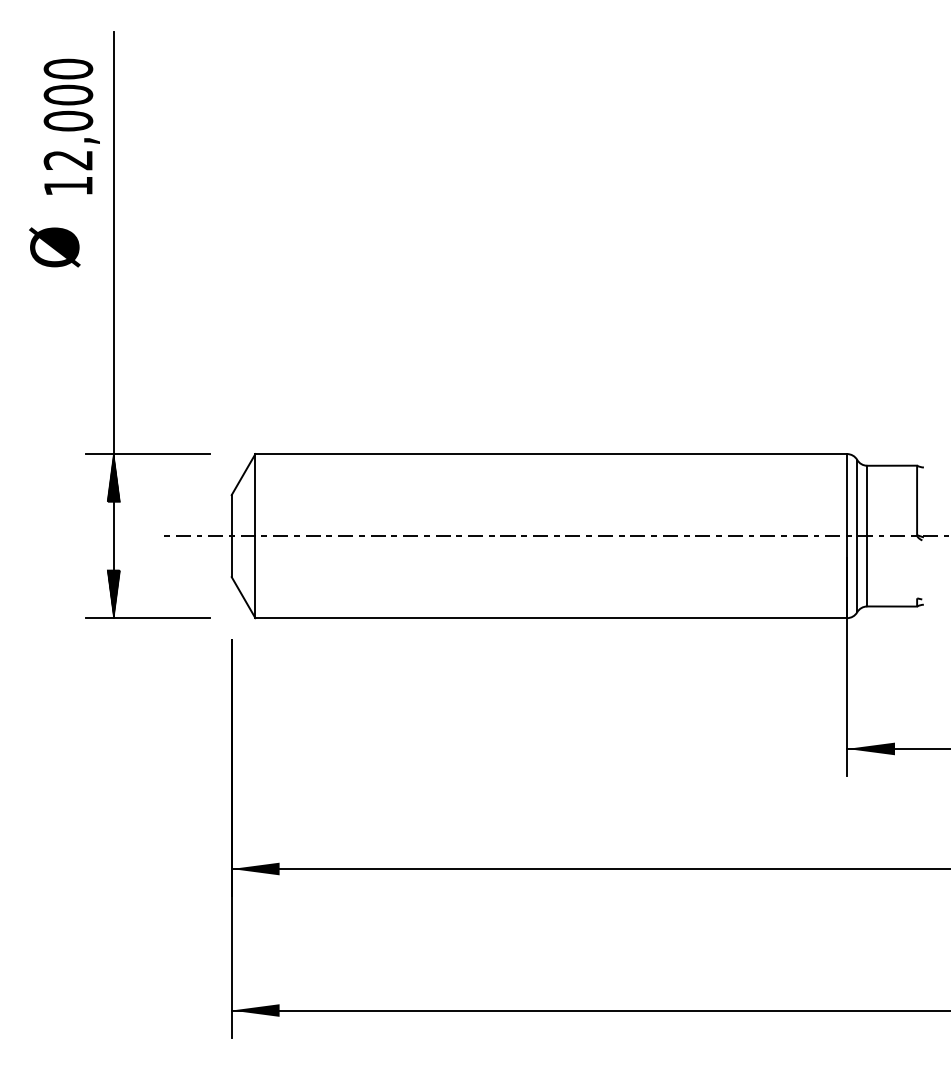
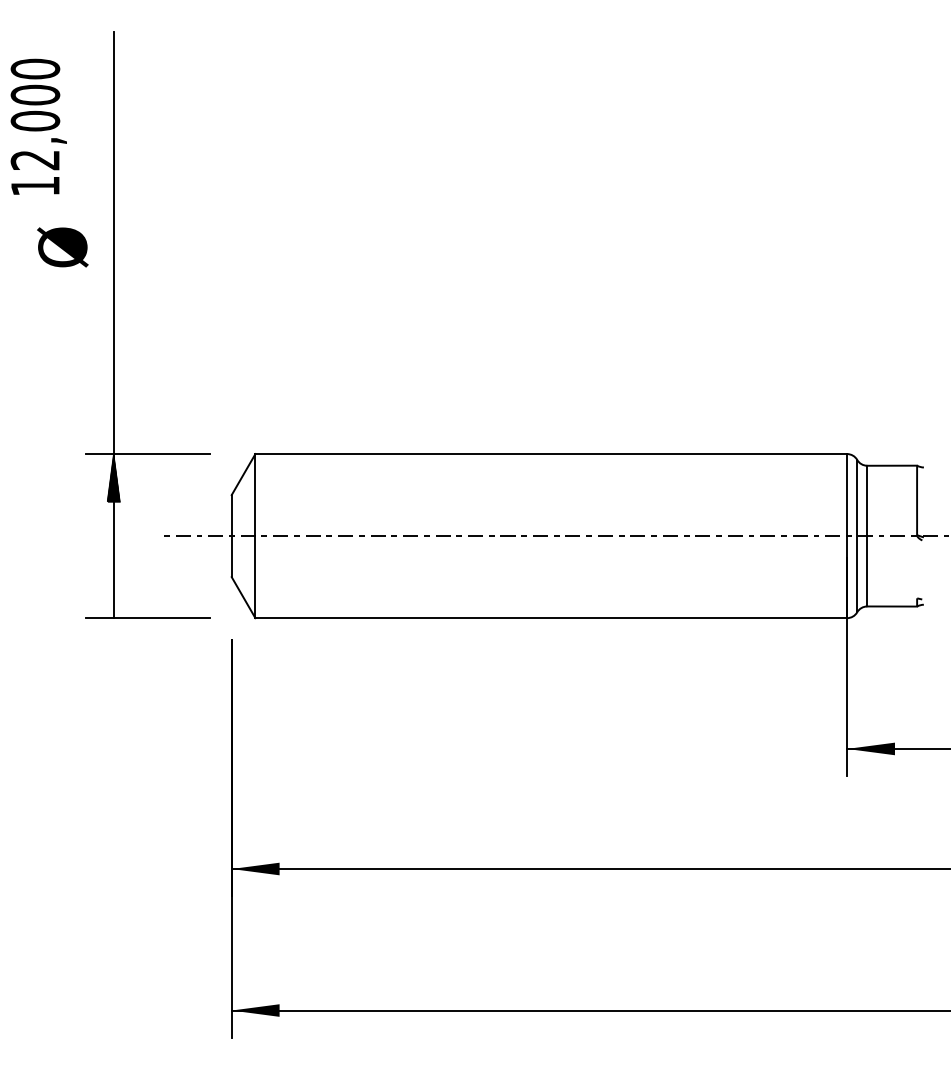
text at (71, 126) position: (71, 126) -> (38, 126)
text at (54, 247) position: (54, 247) -> (62, 247)
hatch at (113, 594): present -> none
